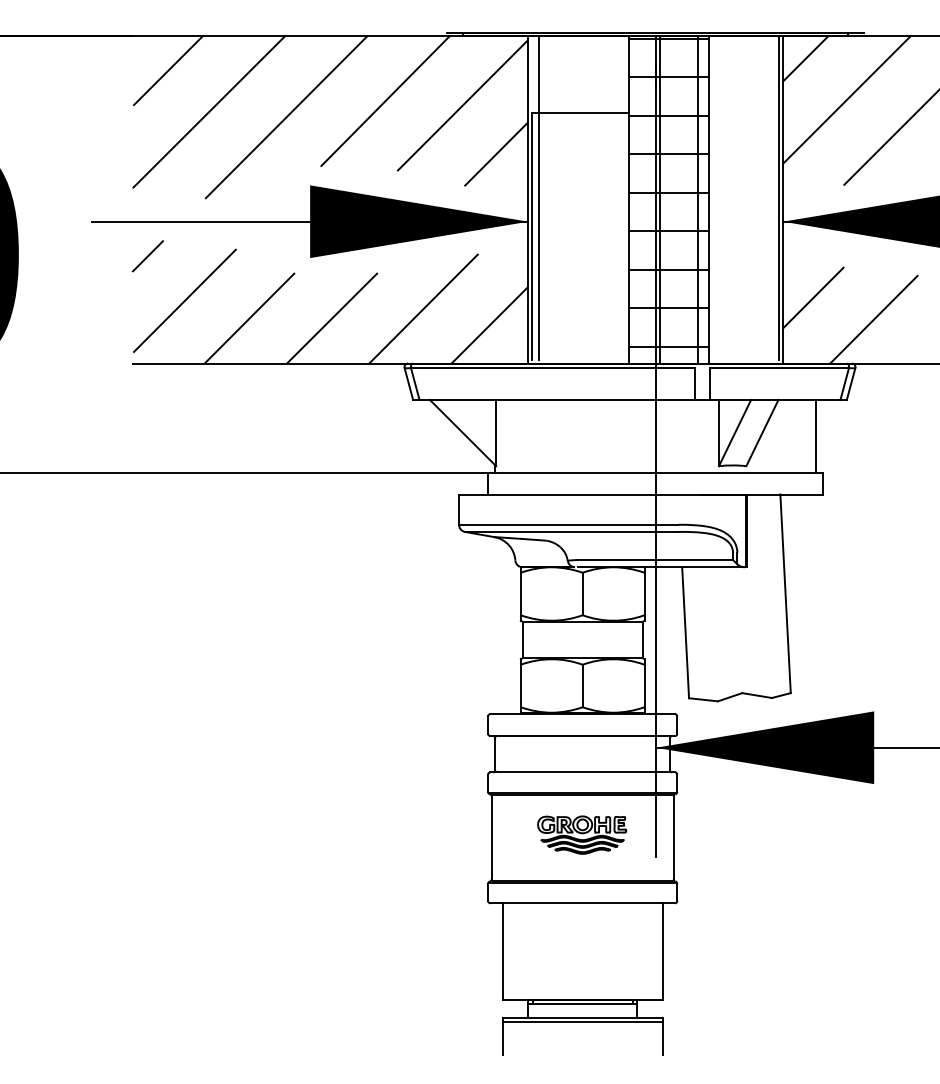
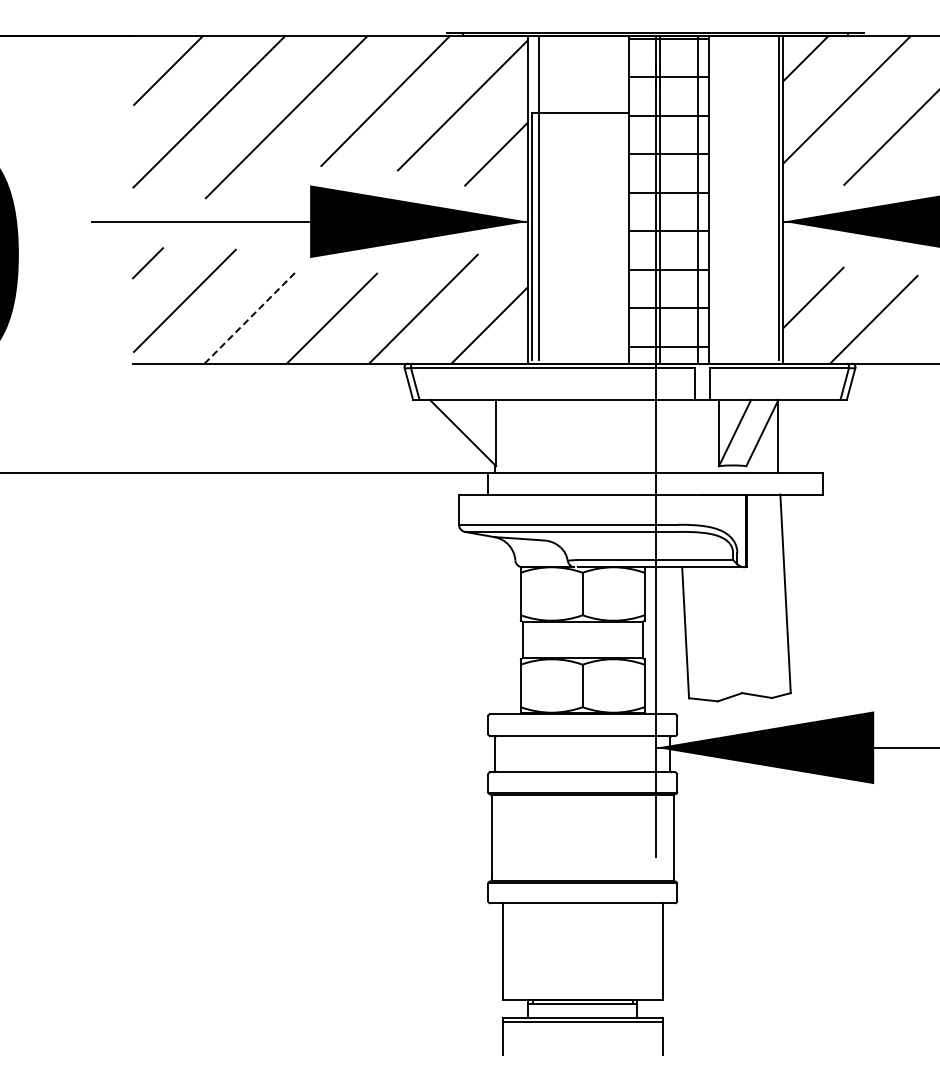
line at (147, 256) position: (147, 256) -> (147, 263)
line at (249, 318): solid -> dashed
line at (815, 435) position: (815, 435) -> (777, 435)
part at (581, 834): present -> none
